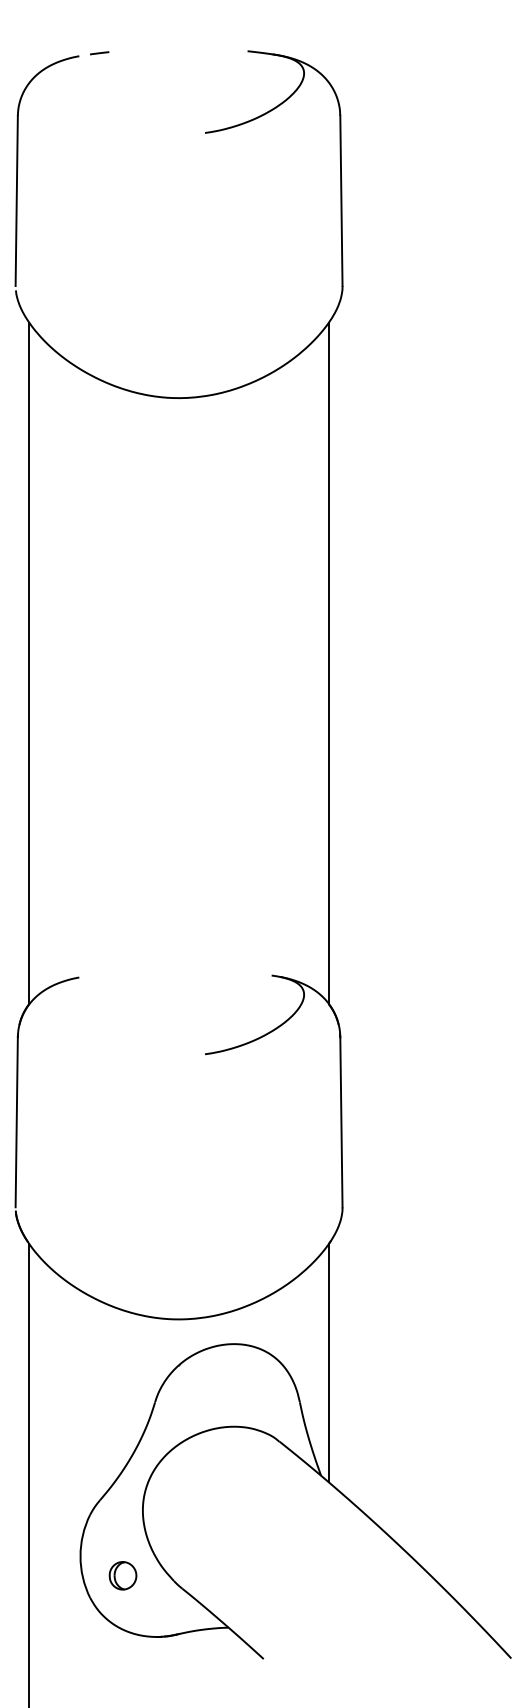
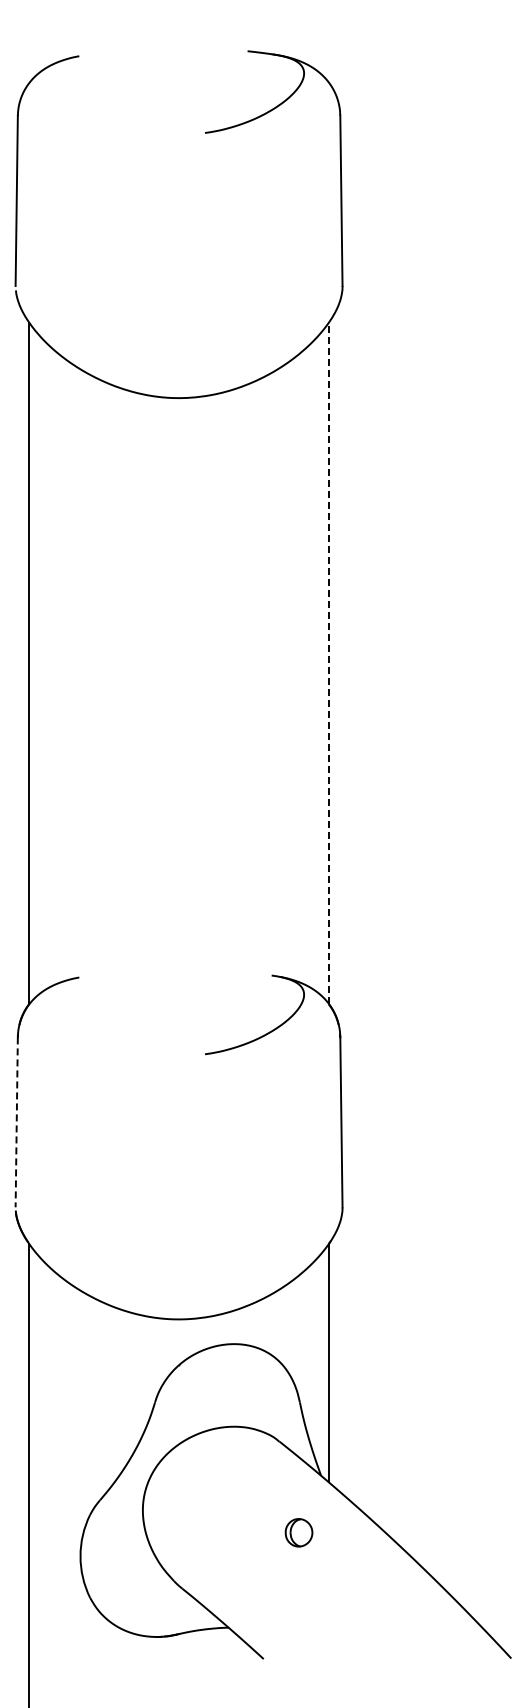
line at (99, 53): present -> none
line at (328, 662): solid -> dashed
line at (16, 1122): solid -> dashed
part at (122, 1575) position: (122, 1575) -> (298, 1532)
